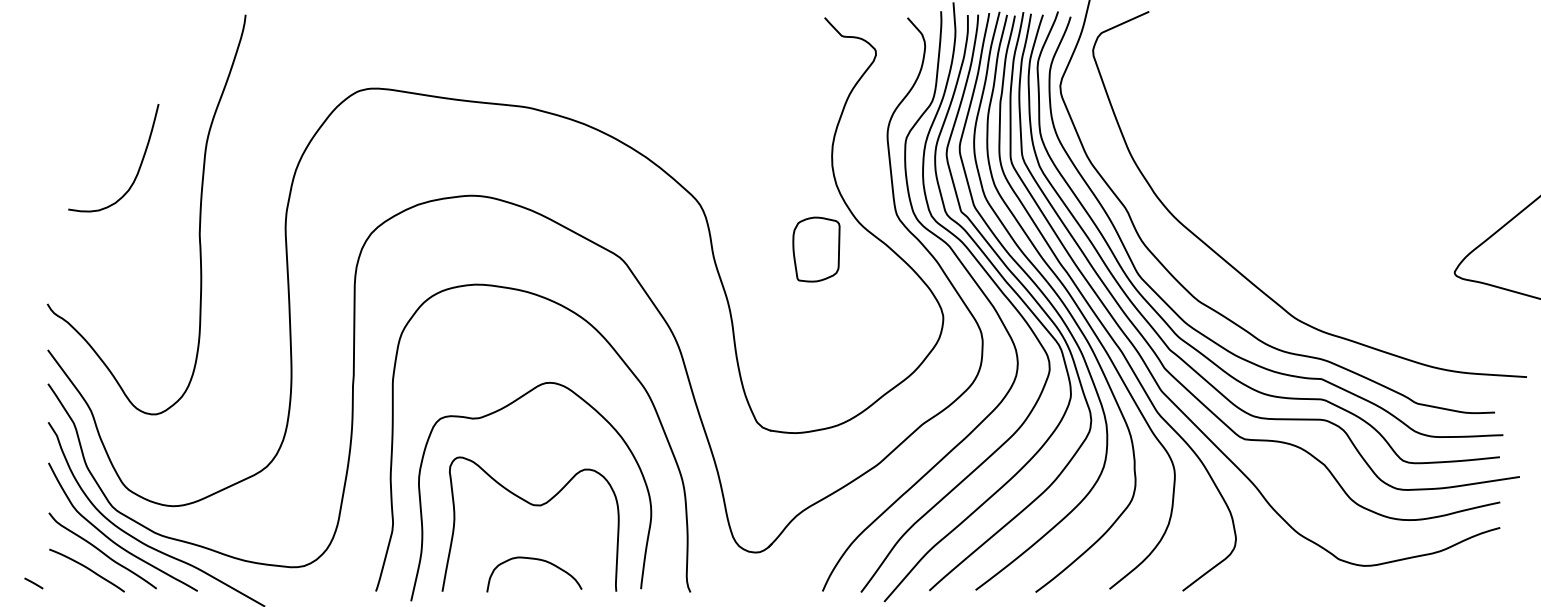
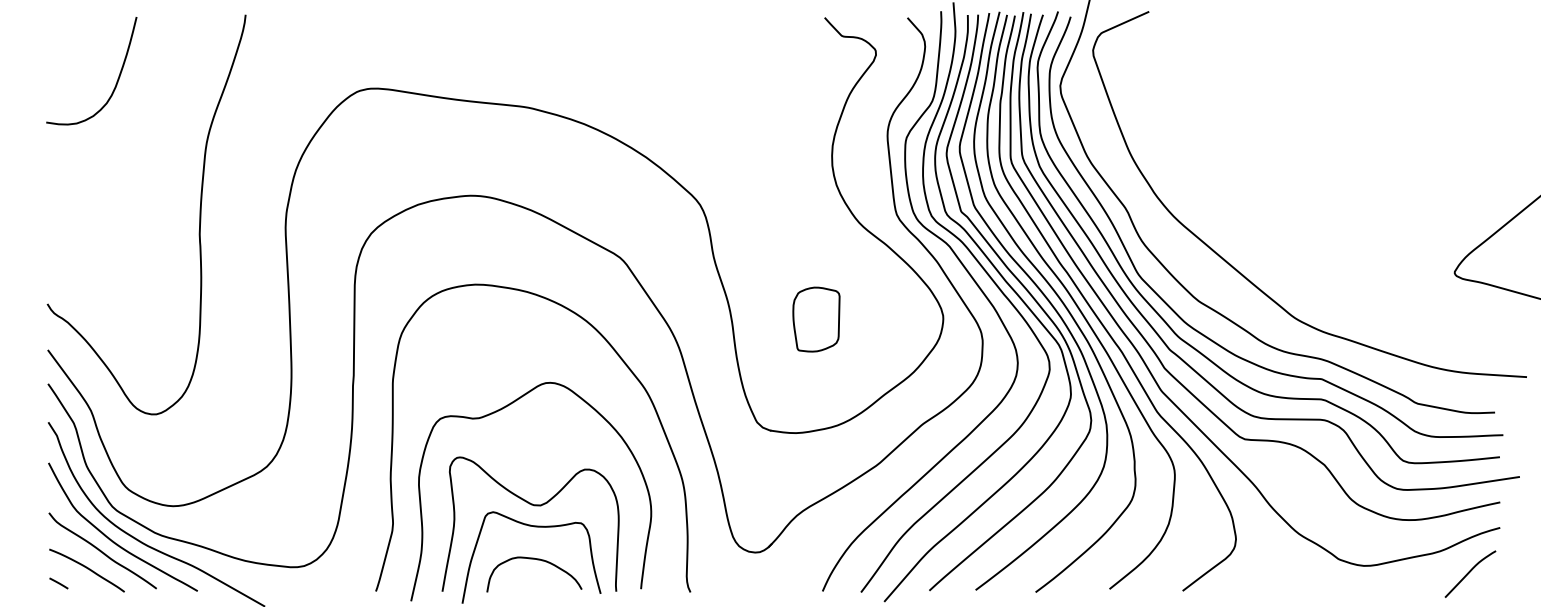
curve at (139, 165) position: (139, 165) -> (117, 78)
part at (816, 249) position: (816, 249) -> (816, 319)
curve at (534, 527): none -> present
curve at (1470, 572): none -> present
line at (33, 583) position: (33, 583) -> (58, 583)
